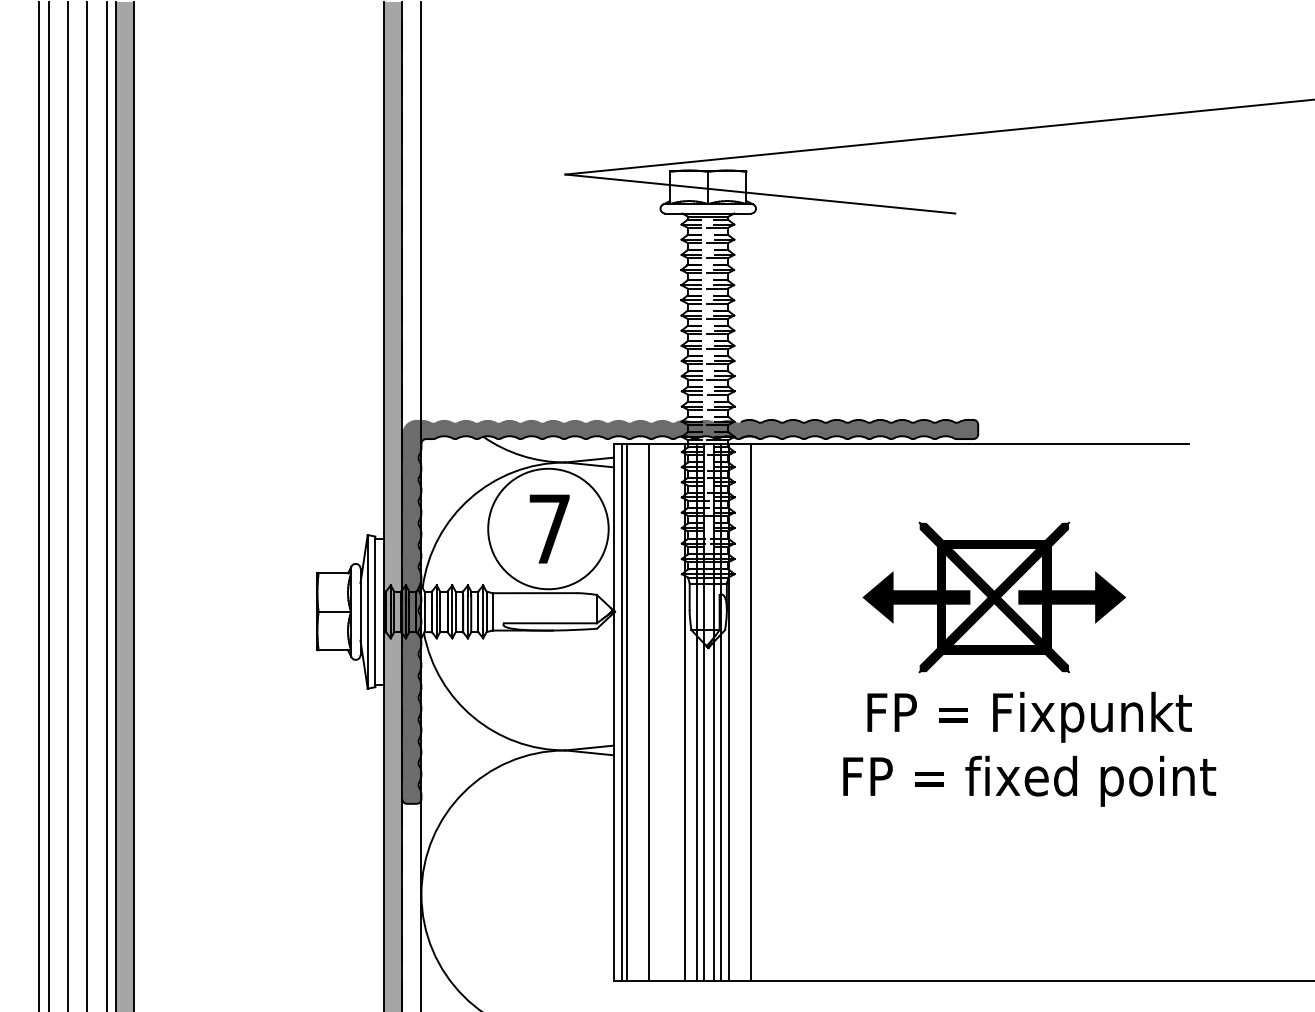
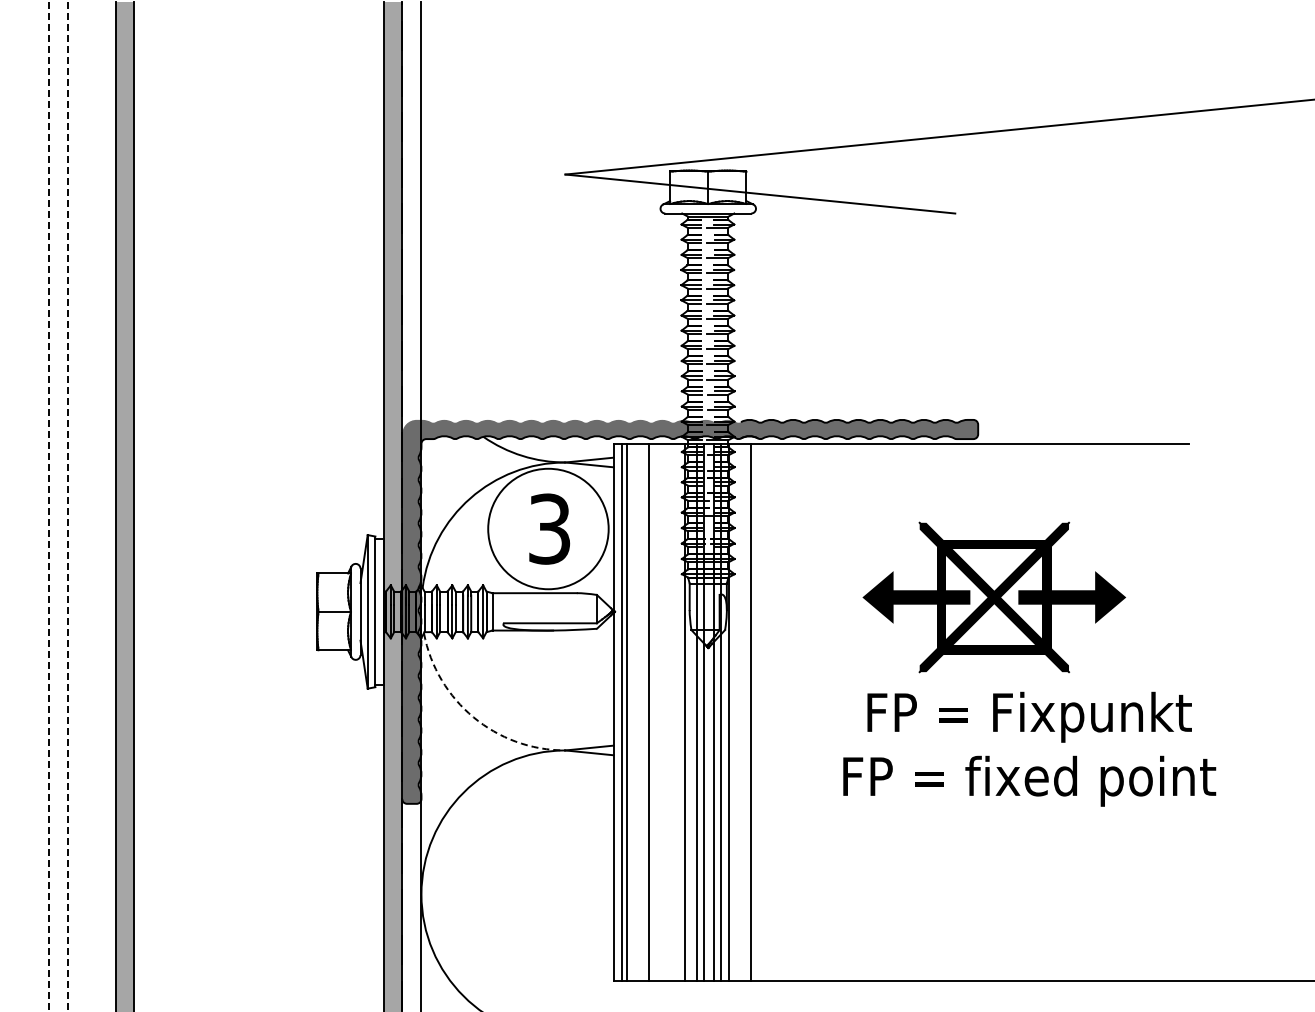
line at (39, 505): present -> none
line at (87, 505): present -> none
line at (106, 505): present -> none
line at (49, 506): solid -> dashed
line at (68, 506): solid -> dashed
text at (549, 528): 7 -> 3
arc at (473, 717): solid -> dashed
